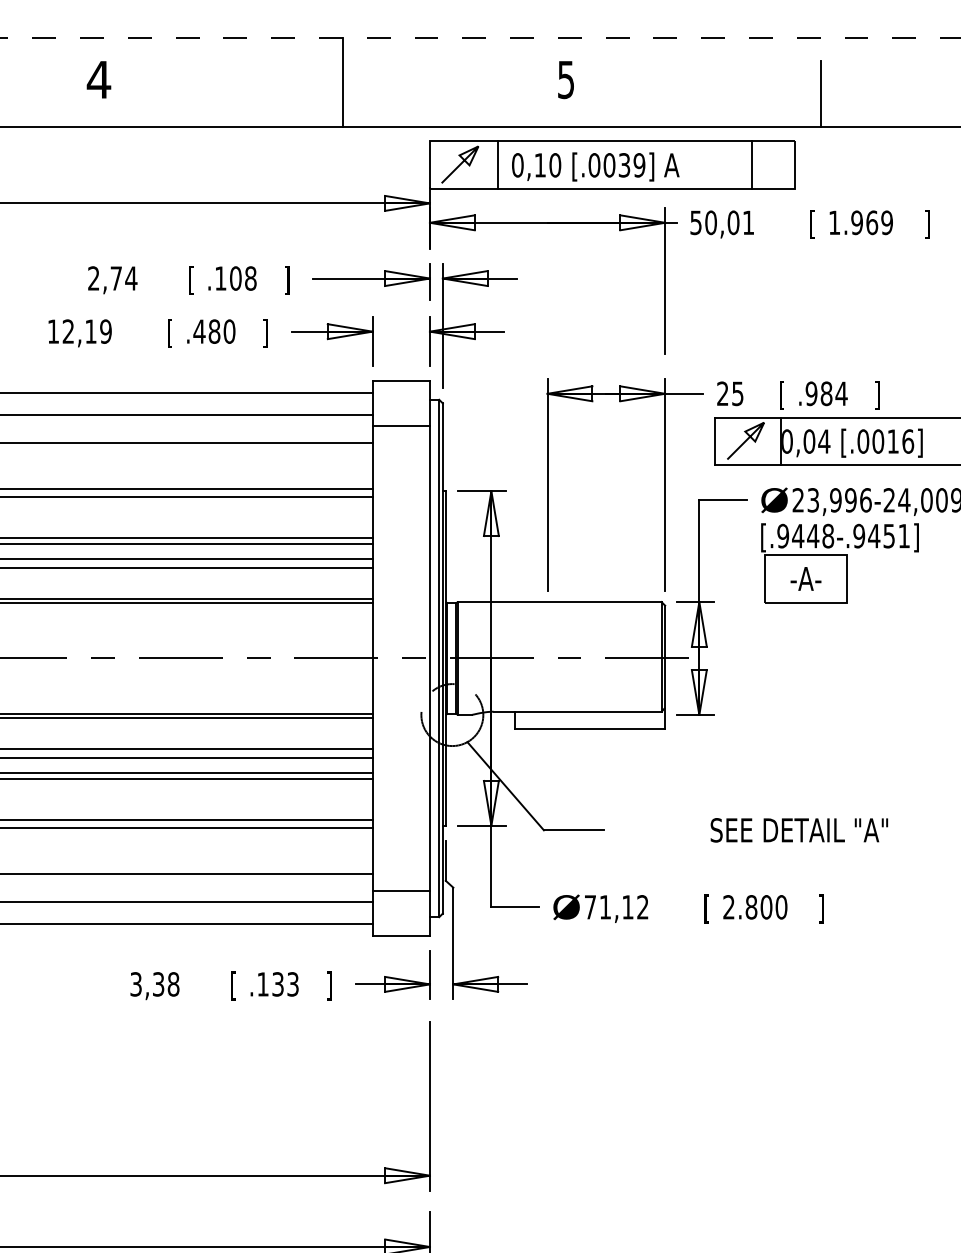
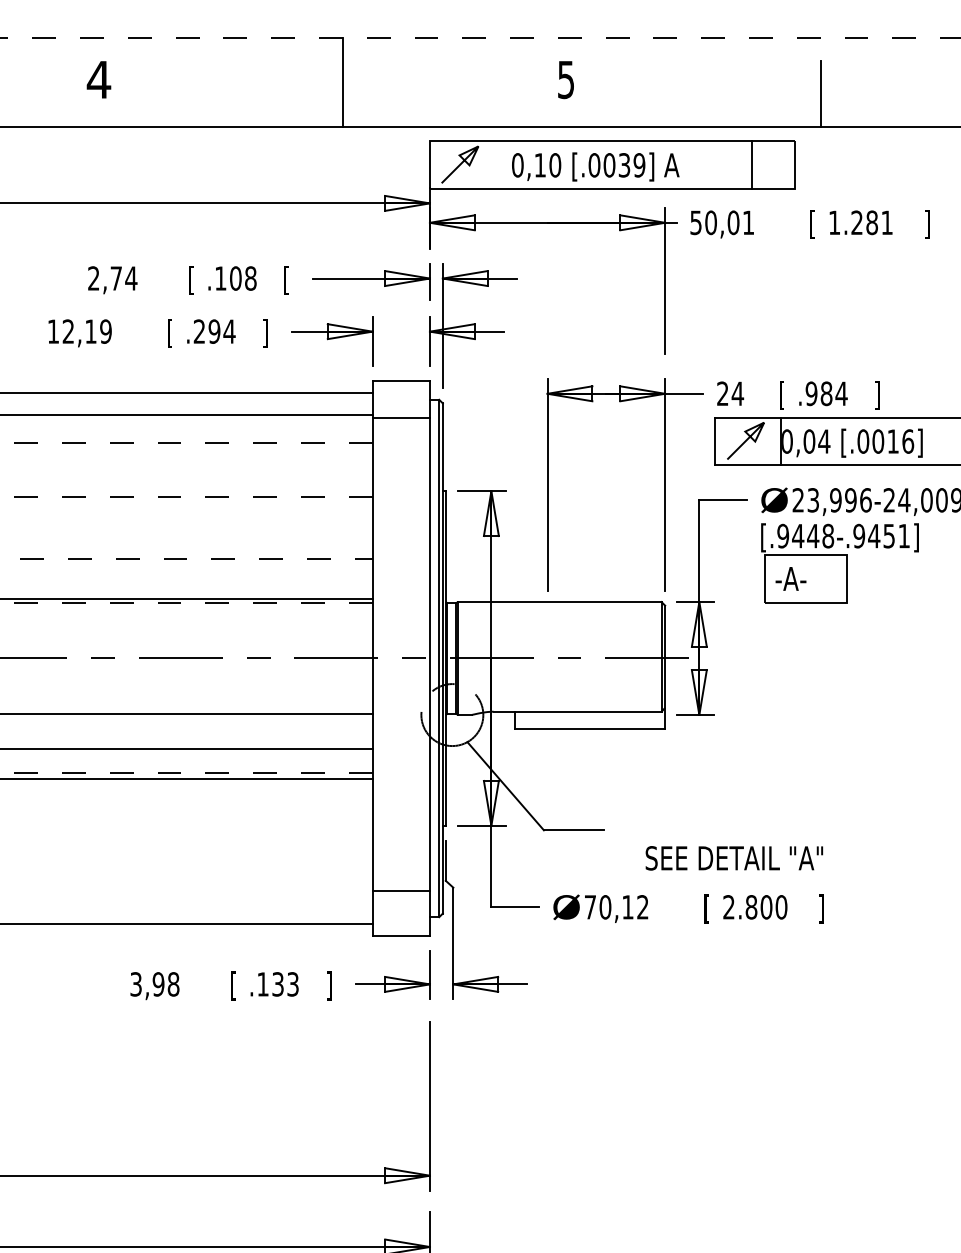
line at (498, 165): present -> none
text at (871, 222): 1.969 -> 1.281
text at (286, 280): ] -> [
text at (214, 331): .480 -> .294
text at (737, 393): 25 -> 24
line at (400, 426) position: (400, 426) -> (400, 418)
line at (186, 442): solid -> dashed
line at (187, 489): present -> none
line at (186, 496): solid -> dashed
line at (187, 538): present -> none
line at (187, 543): present -> none
line at (186, 559): solid -> dashed
line at (187, 568): present -> none
text at (805, 578) position: (805, 578) -> (790, 578)
line at (186, 603): solid -> dashed
line at (187, 717): present -> none
line at (187, 757): present -> none
line at (186, 773): solid -> dashed
line at (187, 820): present -> none
line at (187, 827): present -> none
text at (799, 830) position: (799, 830) -> (734, 858)
line at (187, 874): present -> none
line at (187, 901): present -> none
text at (605, 907): 71,12 -> 70,12
text at (158, 984): 3,38 -> 3,98
